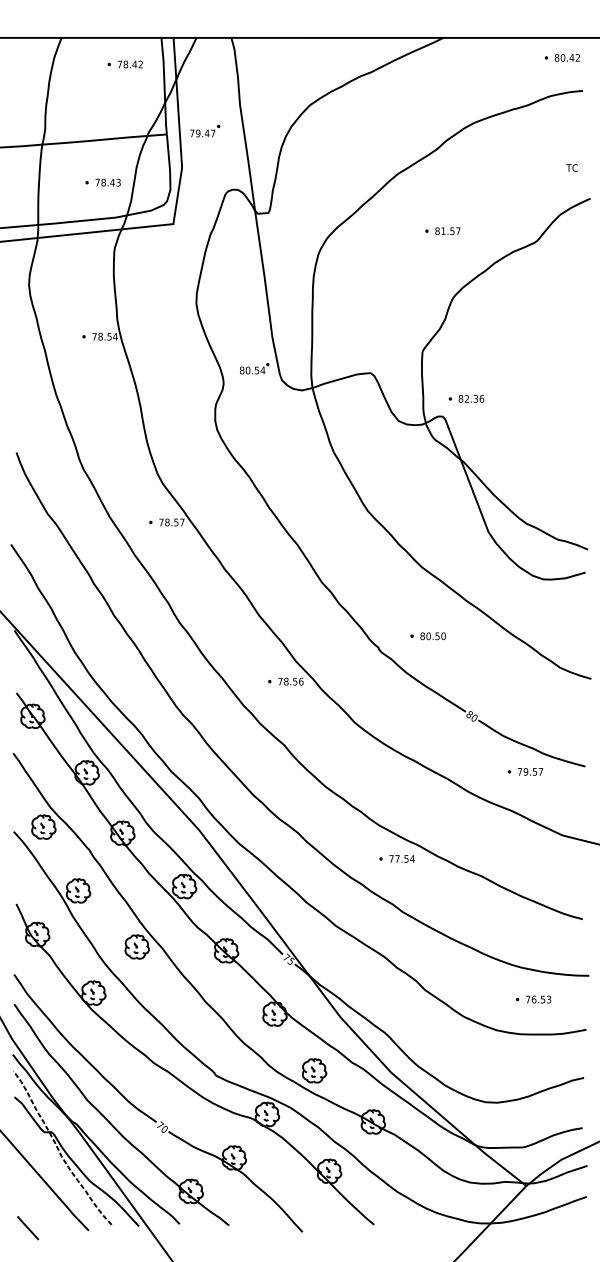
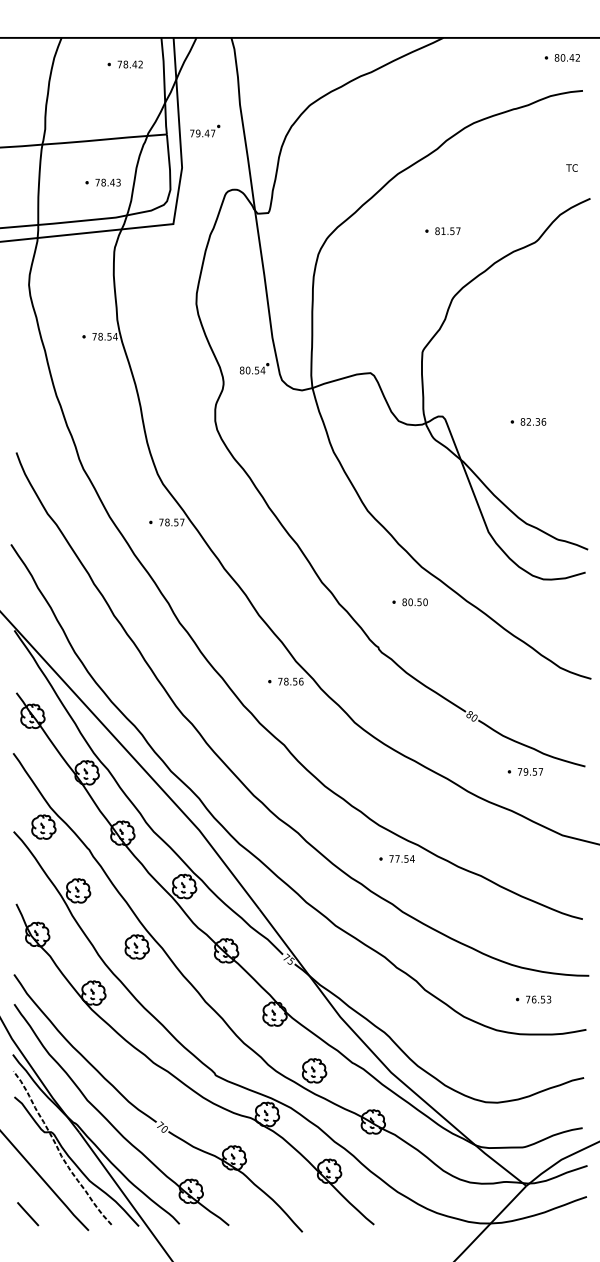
part at (466, 398) position: (466, 398) -> (528, 421)
part at (427, 636) position: (427, 636) -> (409, 602)
line at (28, 1228) position: (28, 1228) -> (28, 1214)
